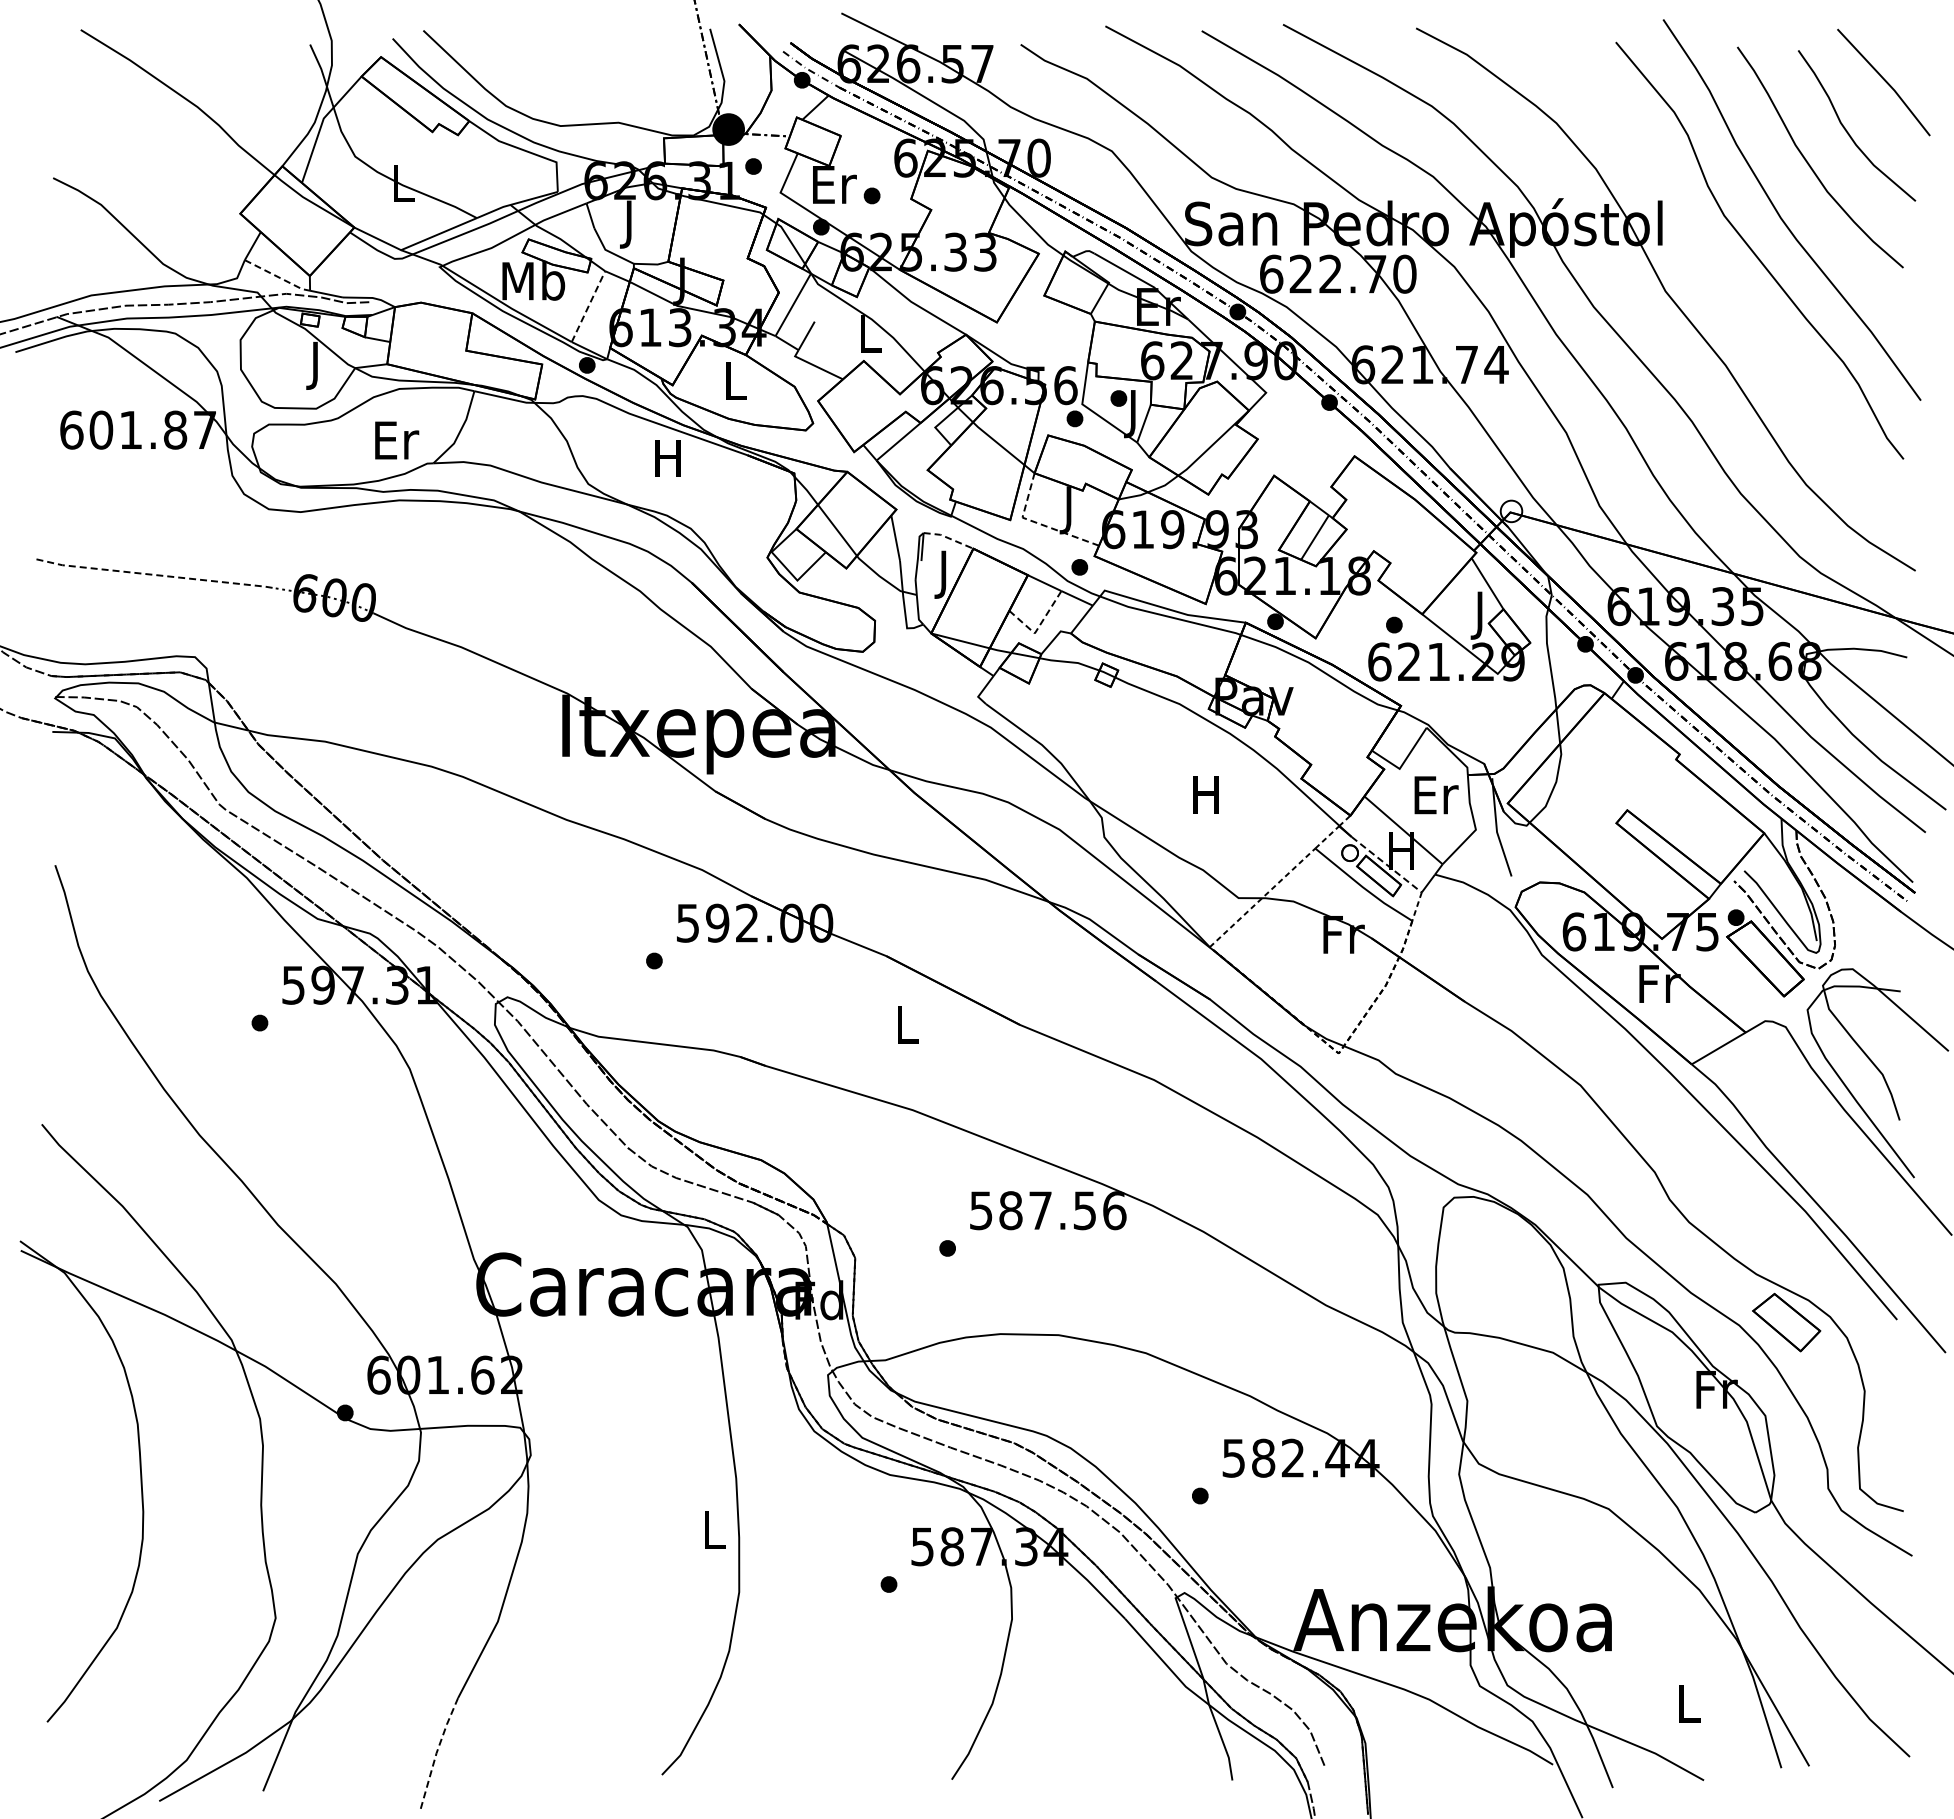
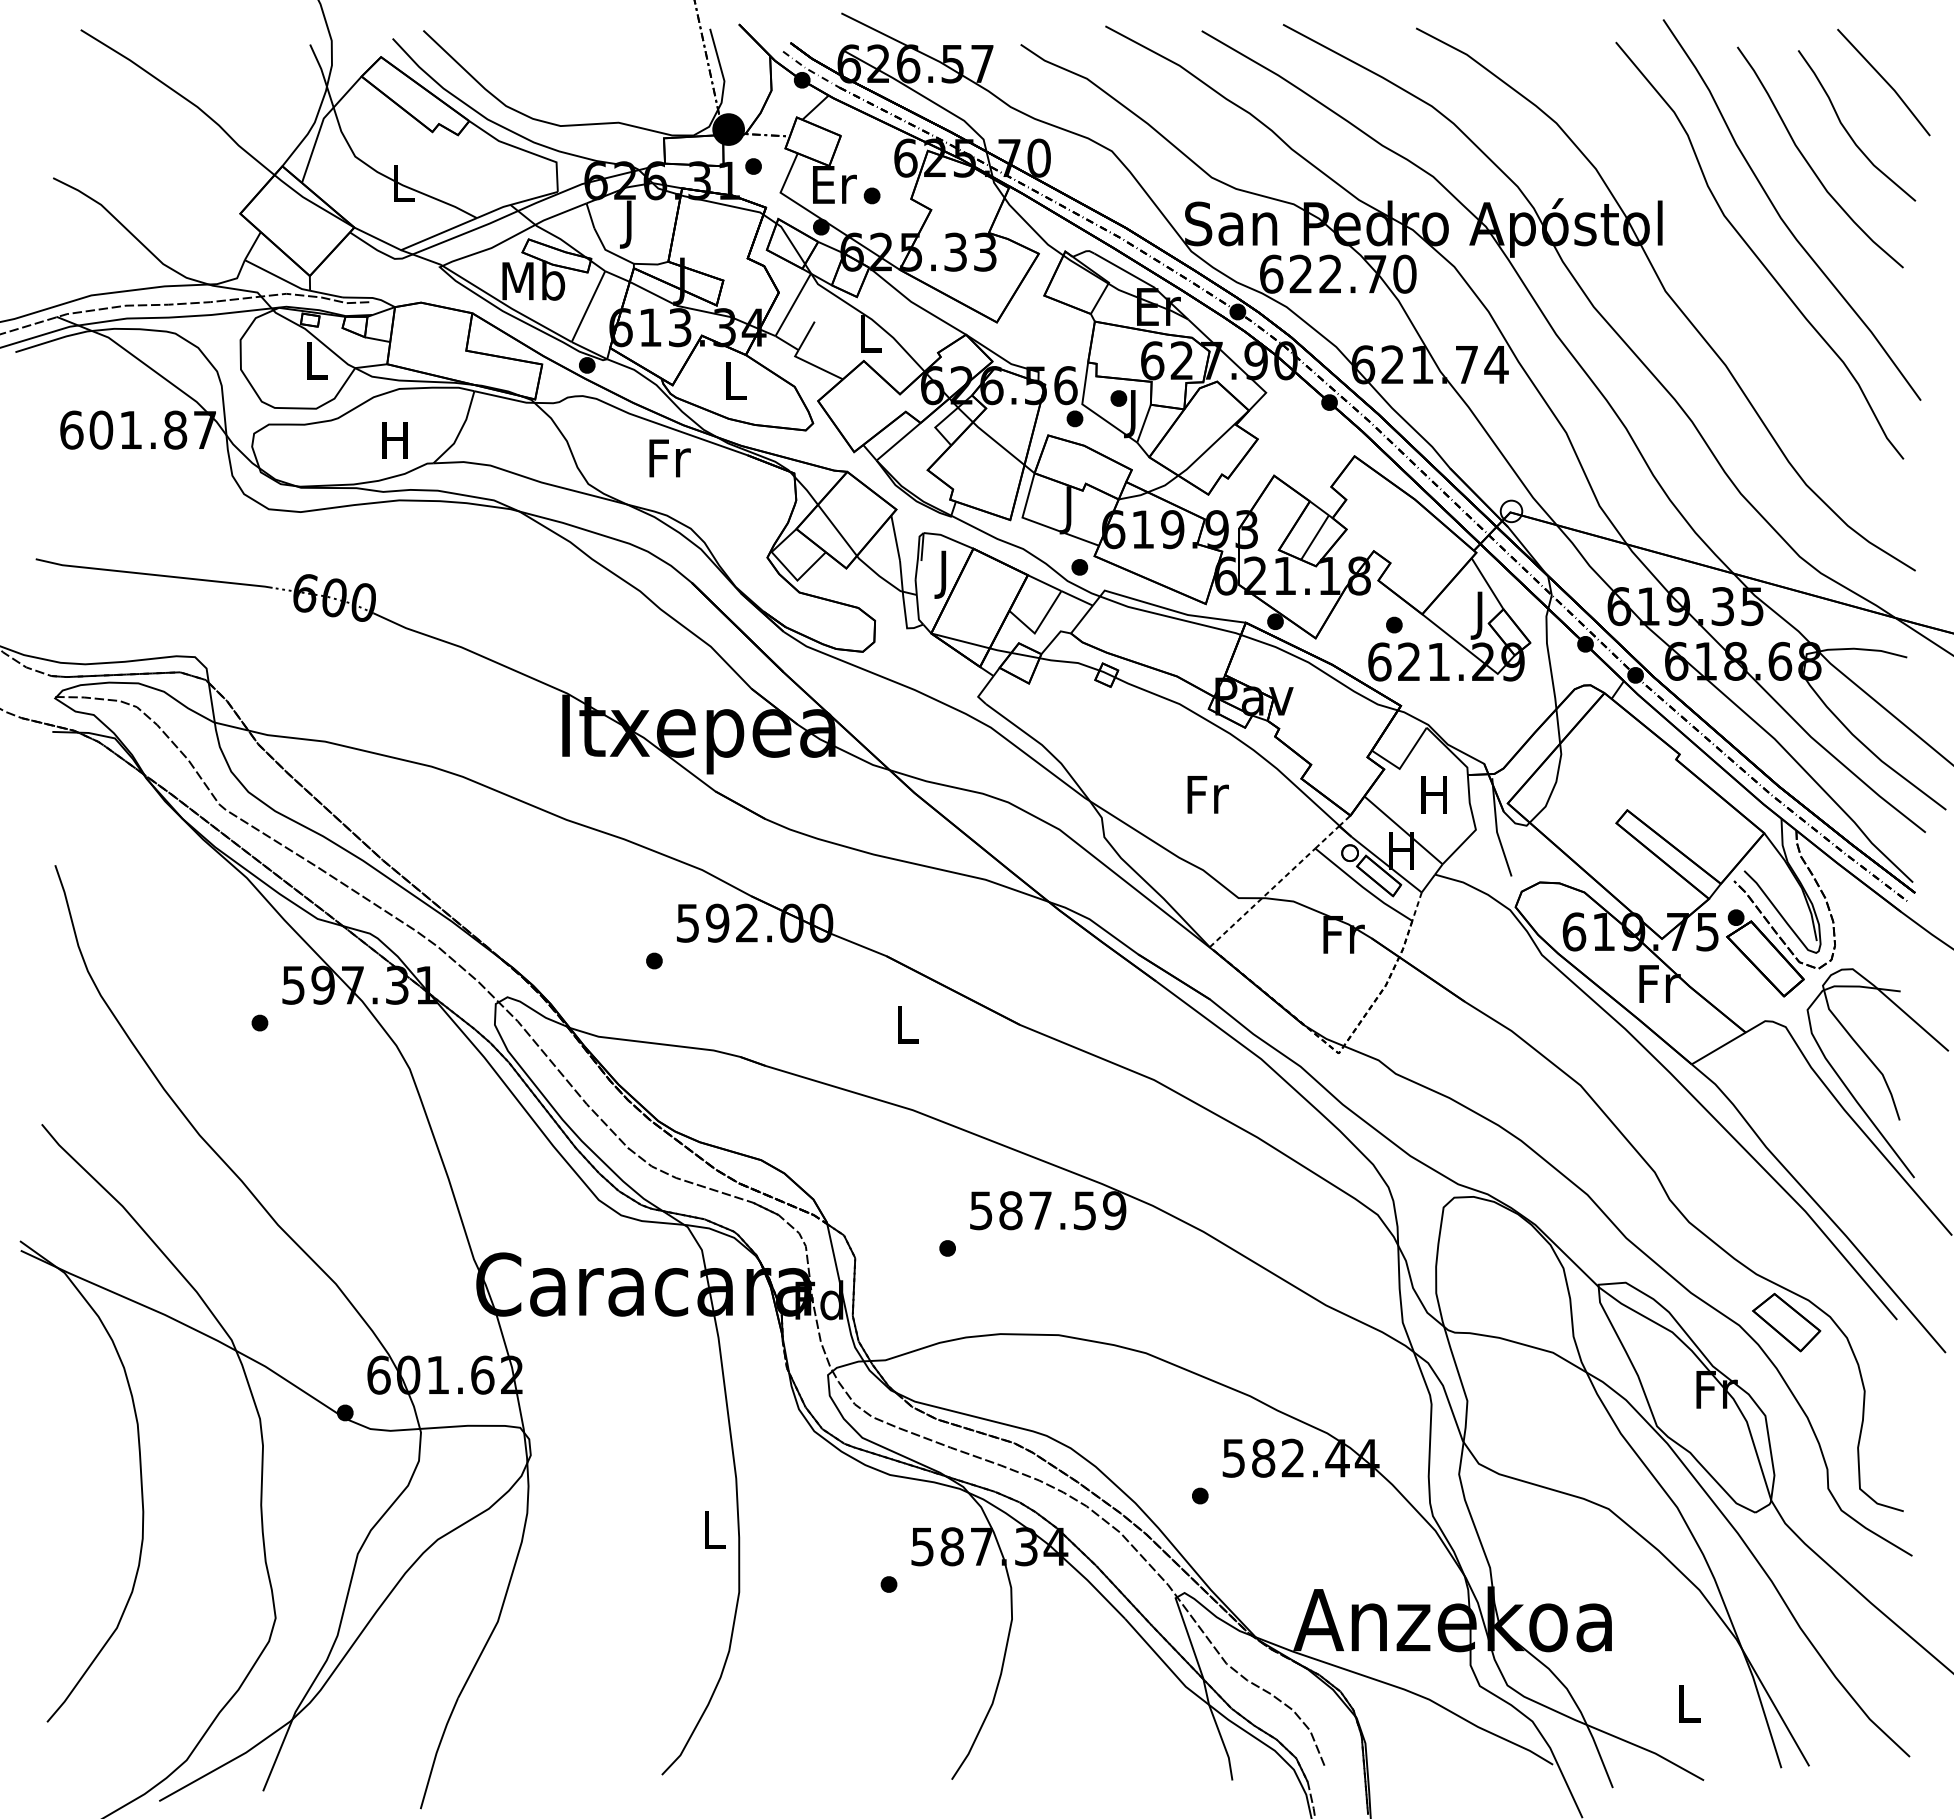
line at (277, 276): dashed -> solid
line at (588, 306): dashed -> solid
text at (316, 365): J -> L
text at (397, 440): Er -> H
text at (669, 458): H -> Fr
line at (1038, 523): dashed -> solid
line at (948, 538): dashed -> solid
line at (153, 574): dashed -> solid
line at (1038, 626): dashed -> solid
text at (1207, 794): H -> Fr
text at (1436, 795): Er -> H
line at (1386, 864): dashed -> solid
text at (1114, 1210): 587.56 -> 587.59
line at (436, 1753): dashed -> solid
